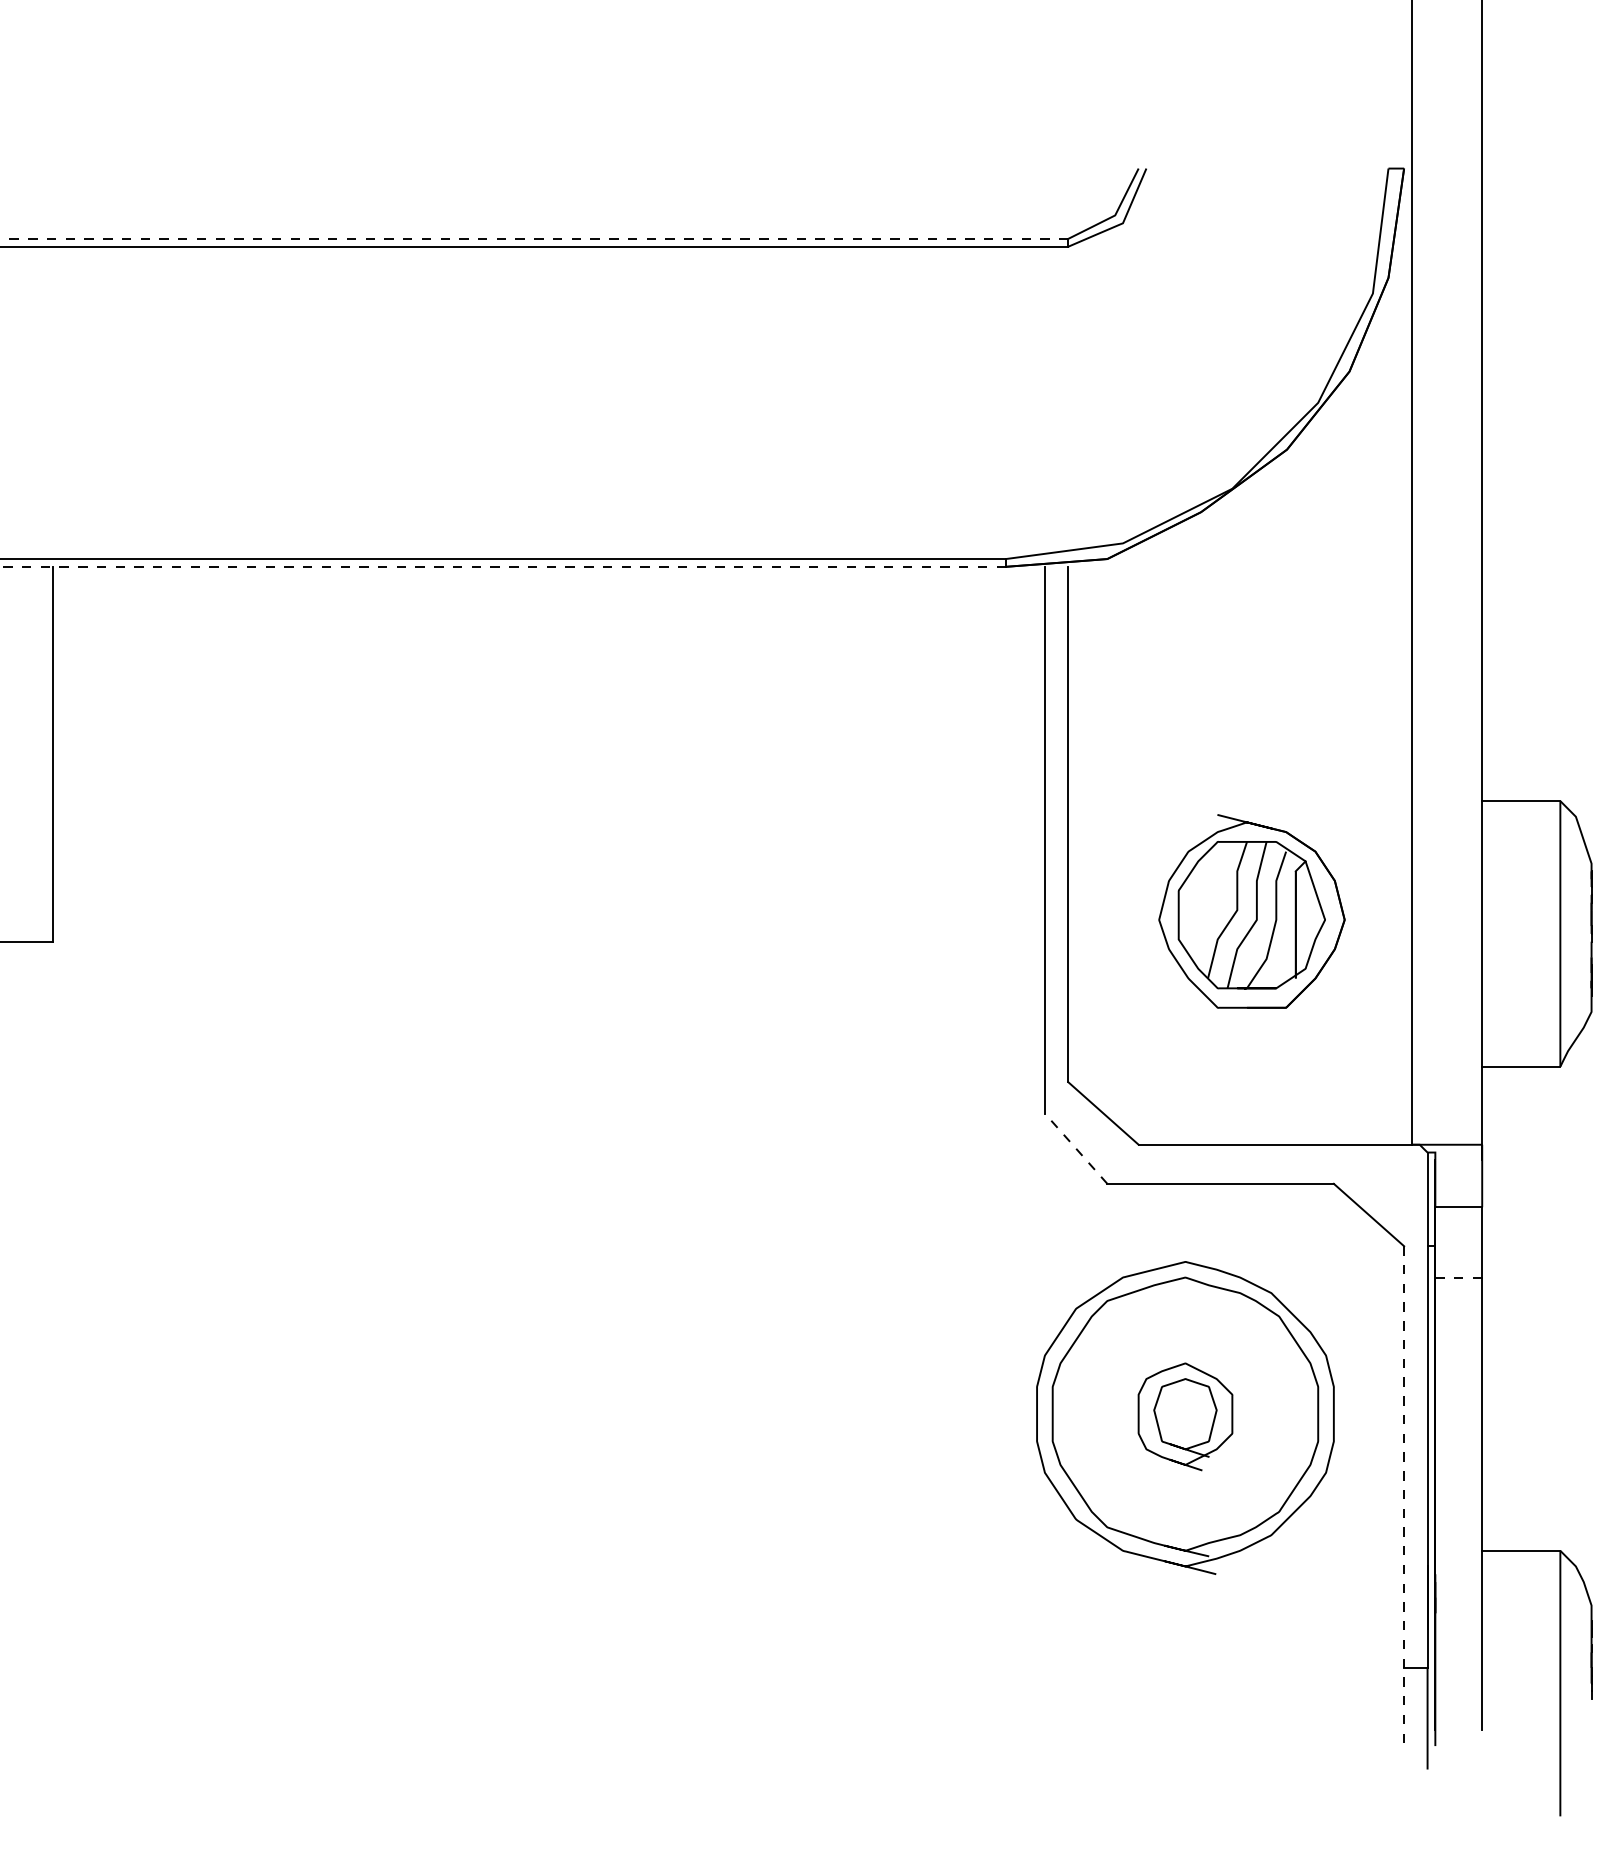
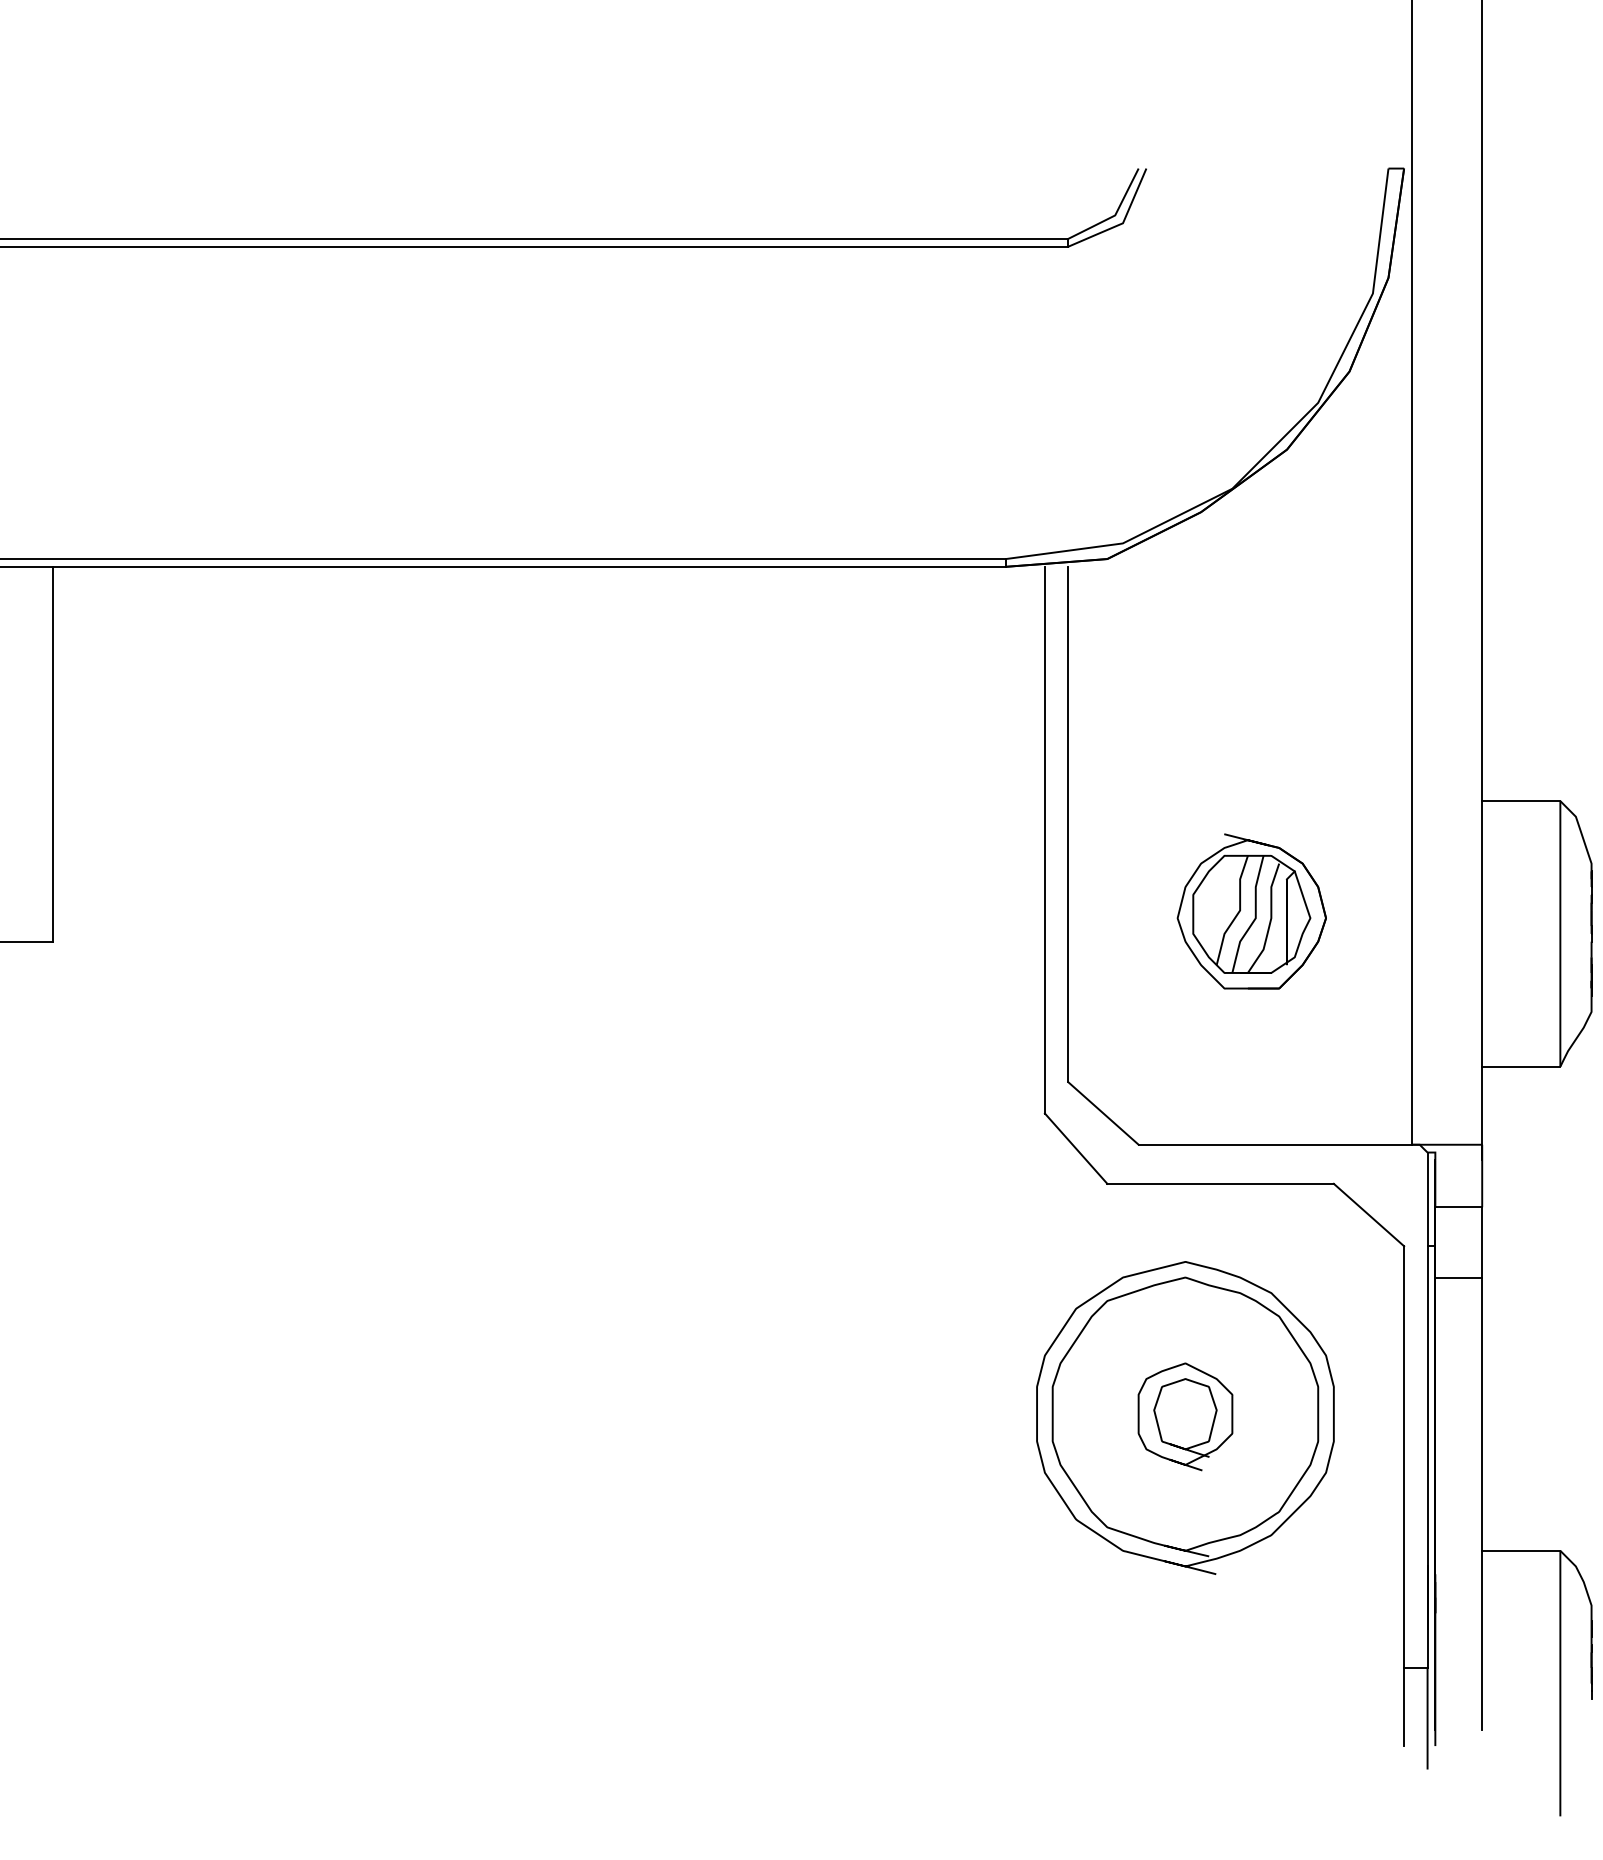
line at (533, 238): dashed -> solid
line at (503, 566): dashed -> solid
part at (1251, 911) size: 188x195 px -> 151x157 px
line at (1076, 1148): dashed -> solid
line at (1459, 1277): dashed -> solid
line at (1404, 1496): dashed -> solid
